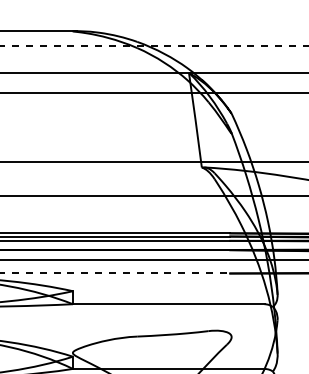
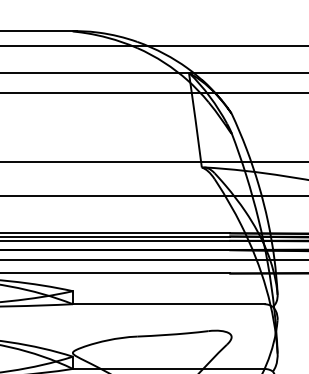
line at (154, 46): dashed -> solid
line at (115, 273): dashed -> solid
